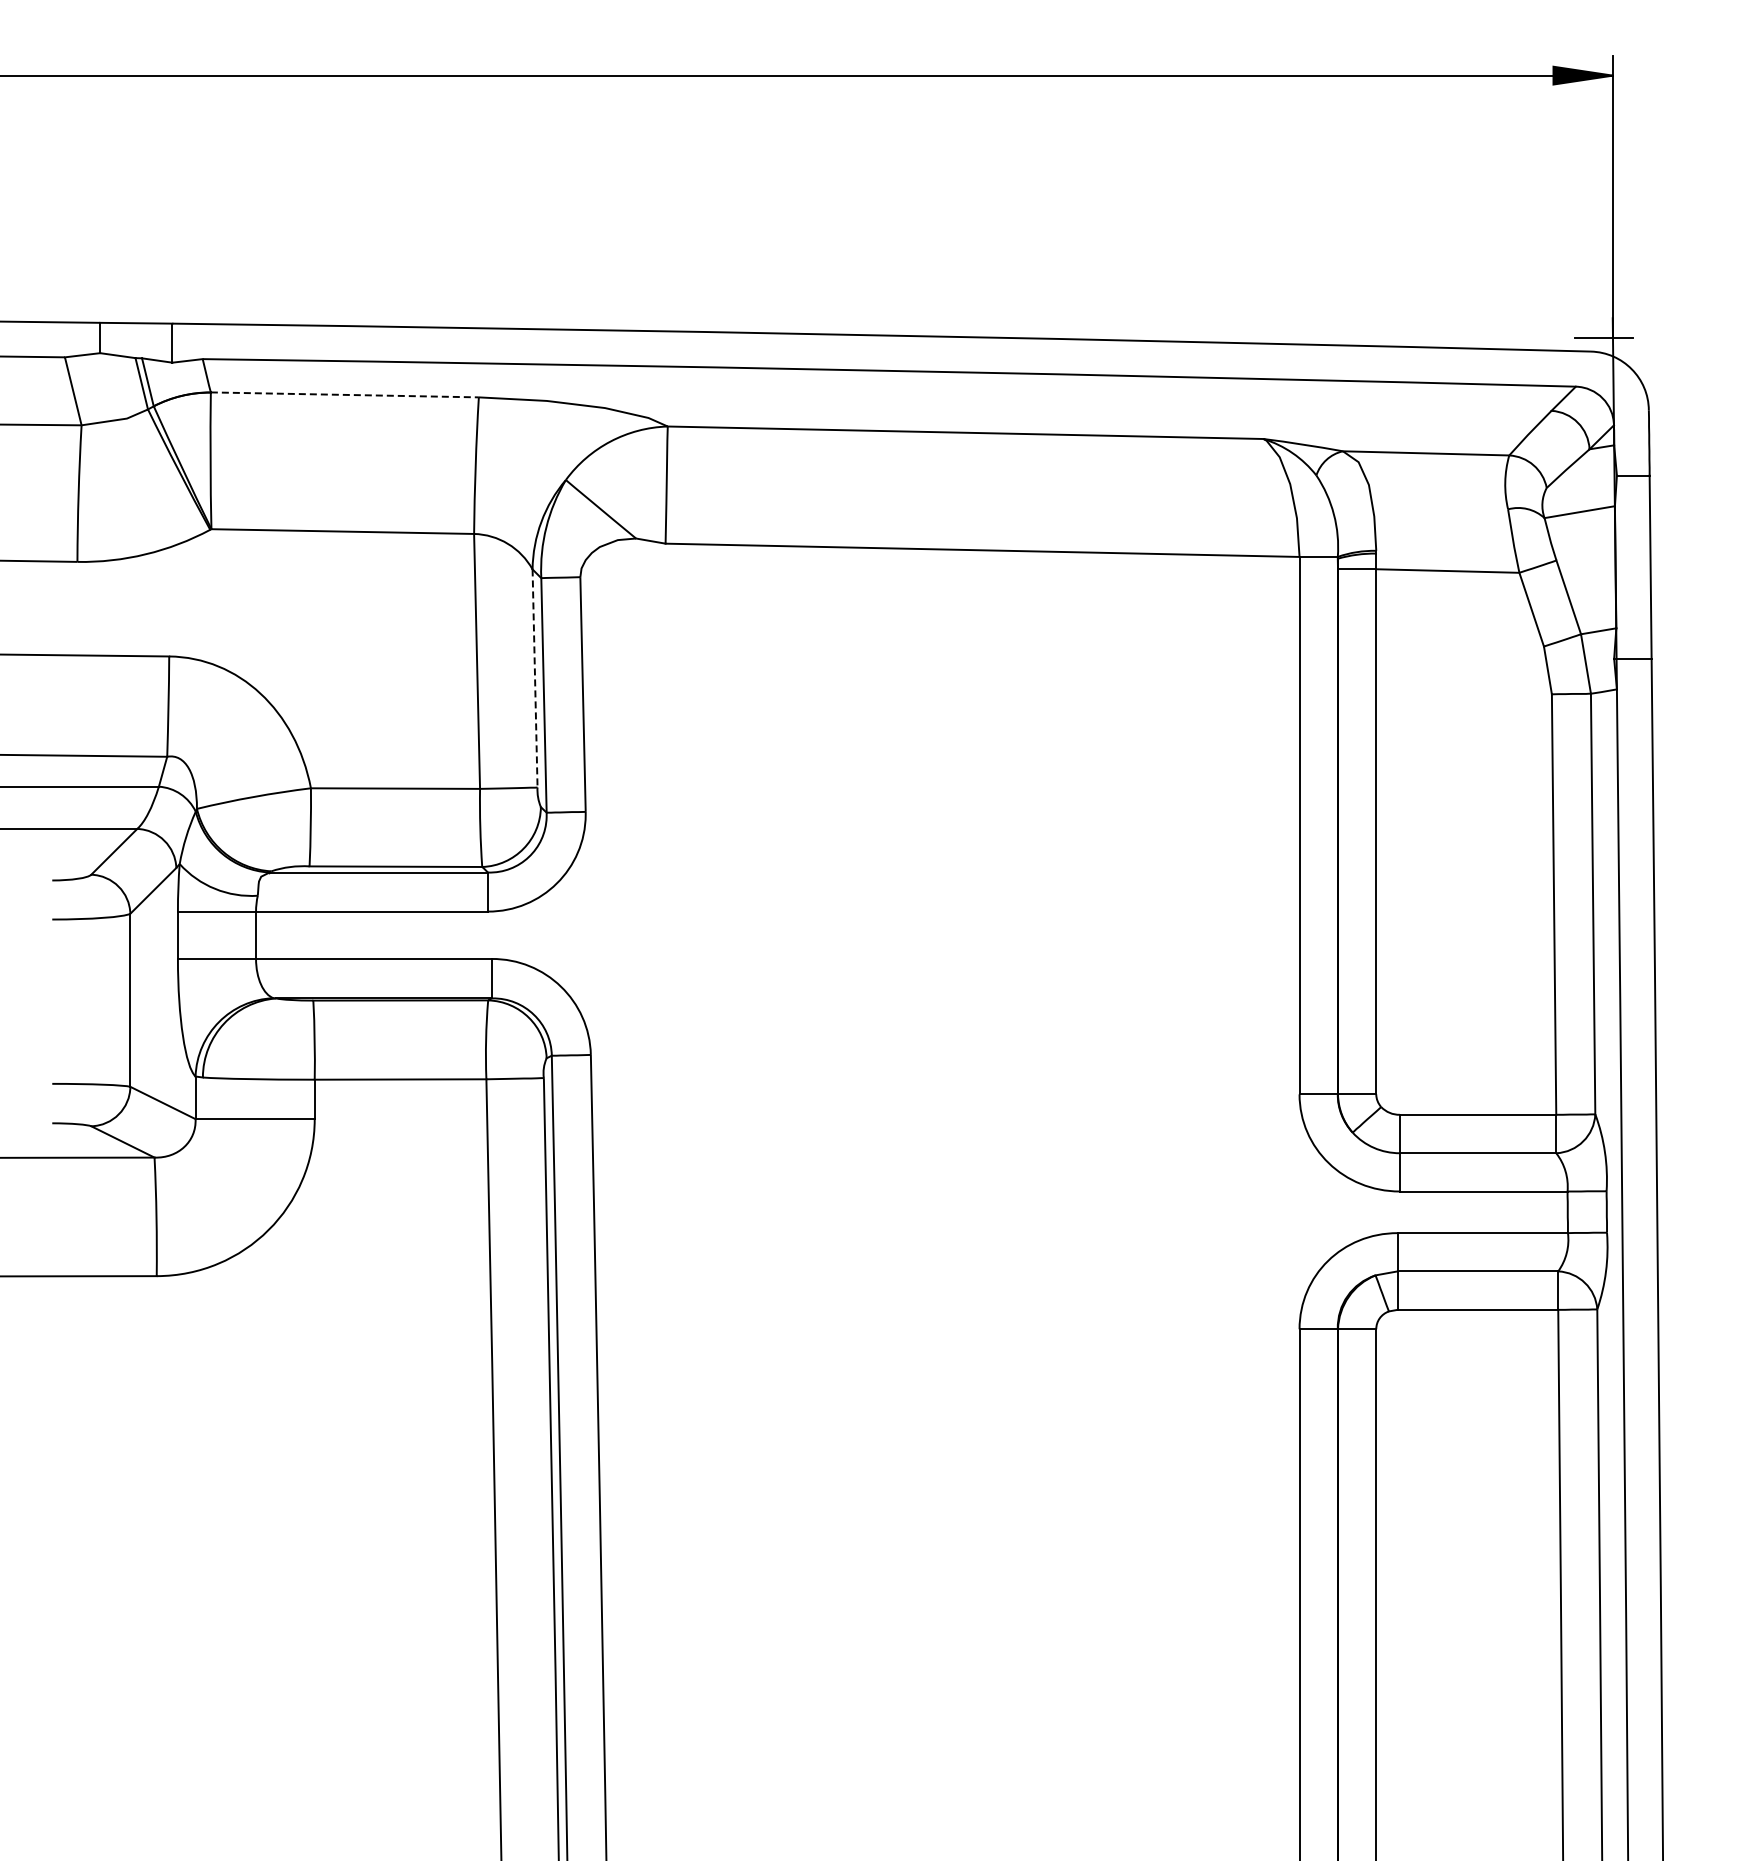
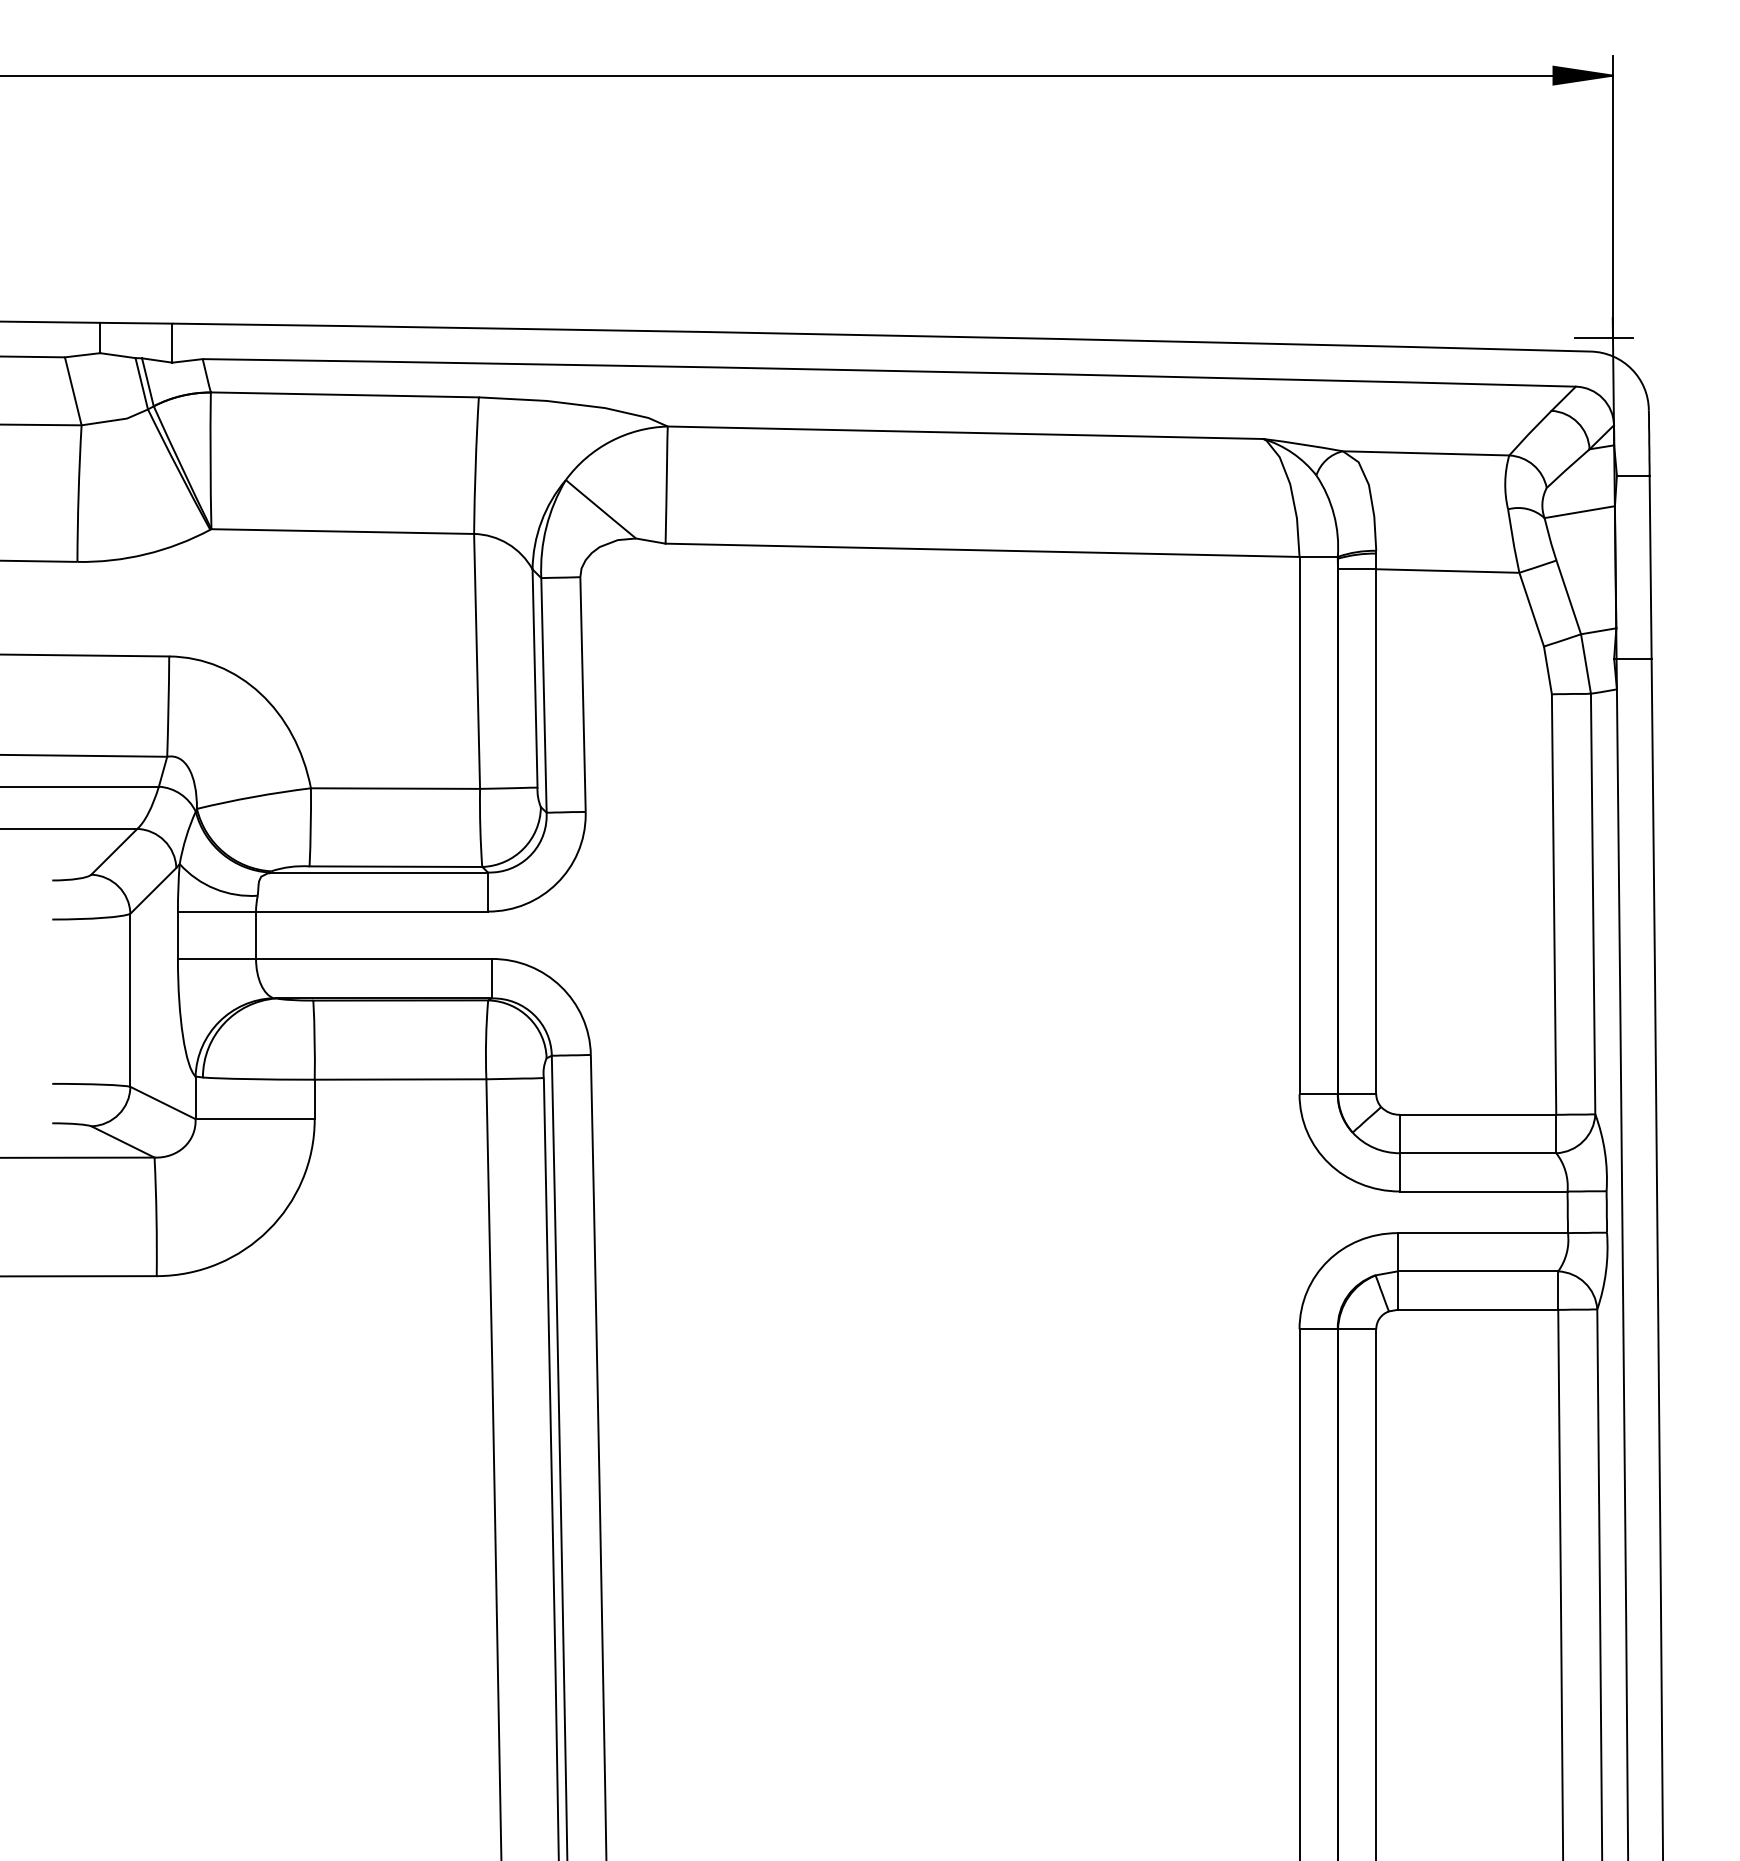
line at (345, 394): dashed -> solid
line at (535, 678): dashed -> solid
